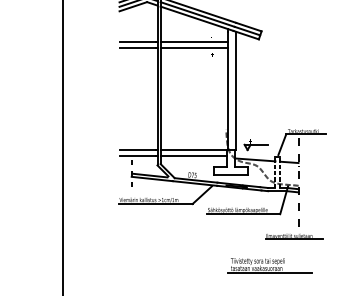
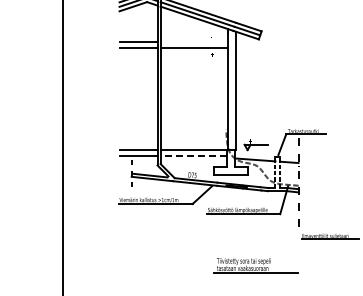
line at (193, 41): present -> none
line at (193, 156): solid -> dashed
part at (294, 236) position: (294, 236) -> (330, 236)
part at (269, 265) position: (269, 265) -> (255, 265)
